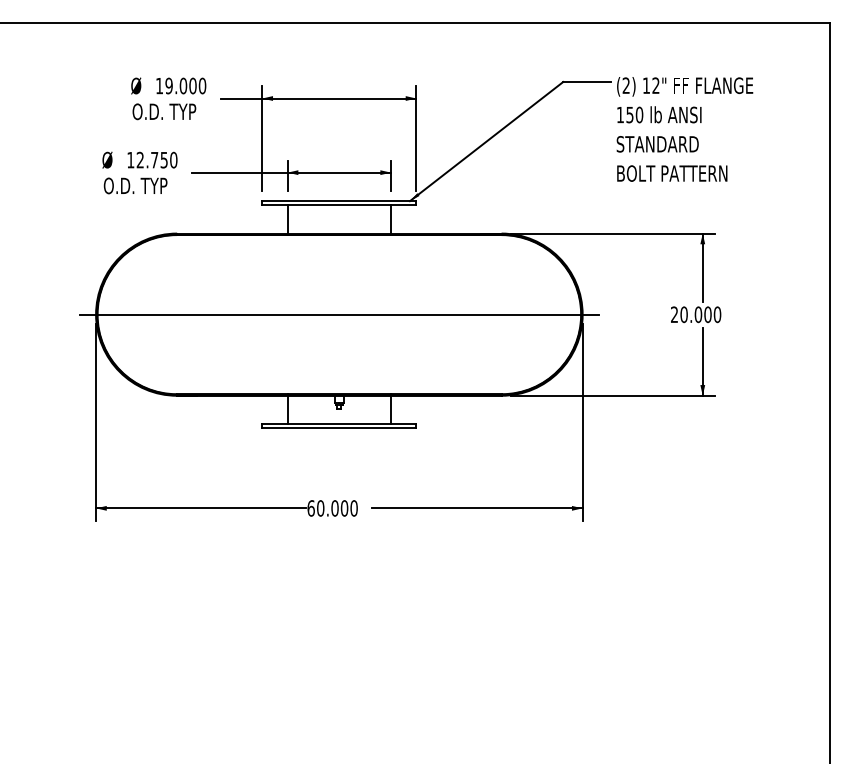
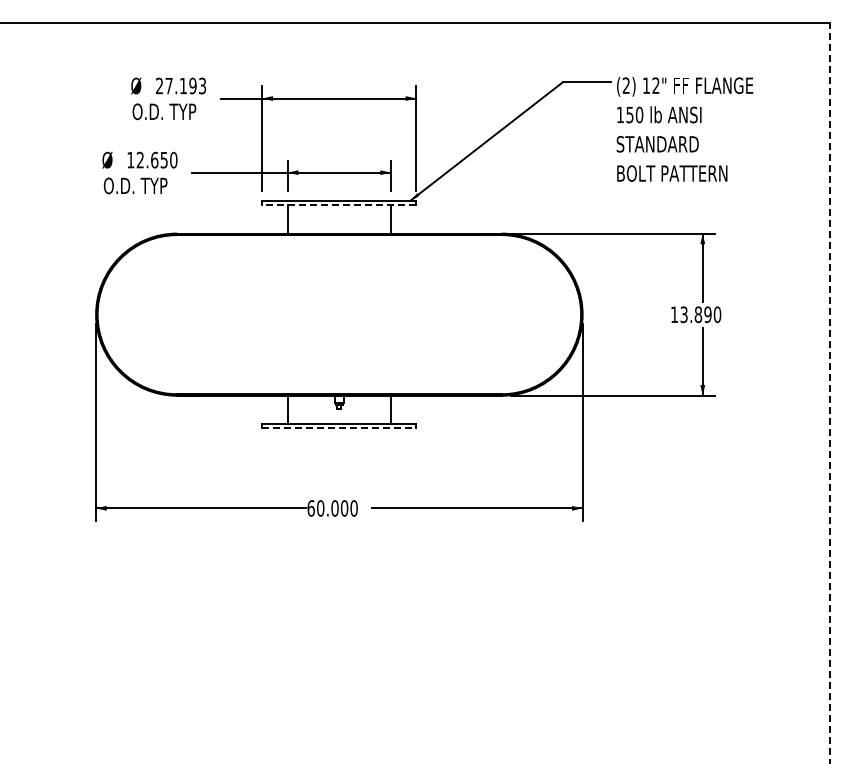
text at (181, 85): 19.000 -> 27.193
text at (154, 159): 12.750 -> 12.650
line at (338, 205): solid -> dashed
line at (338, 314): present -> none
text at (691, 314): 20.000 -> 13.890
line at (830, 392): solid -> dashed
line at (339, 428): solid -> dashed
